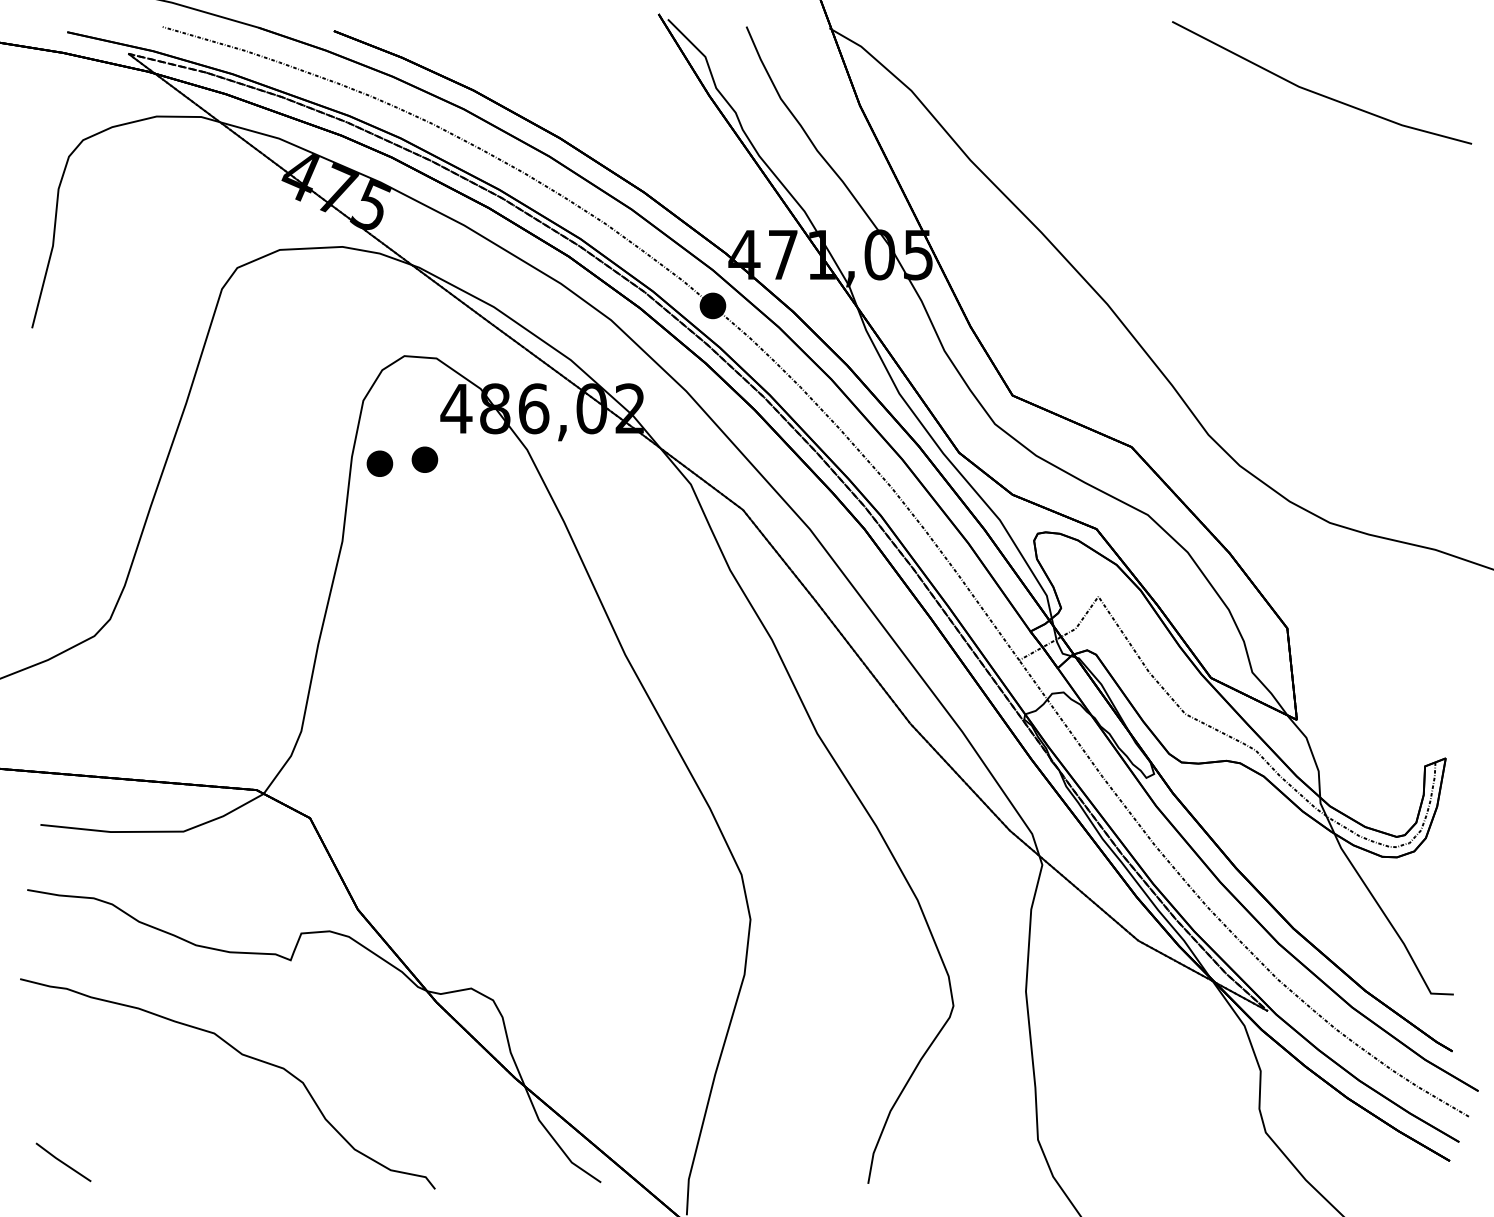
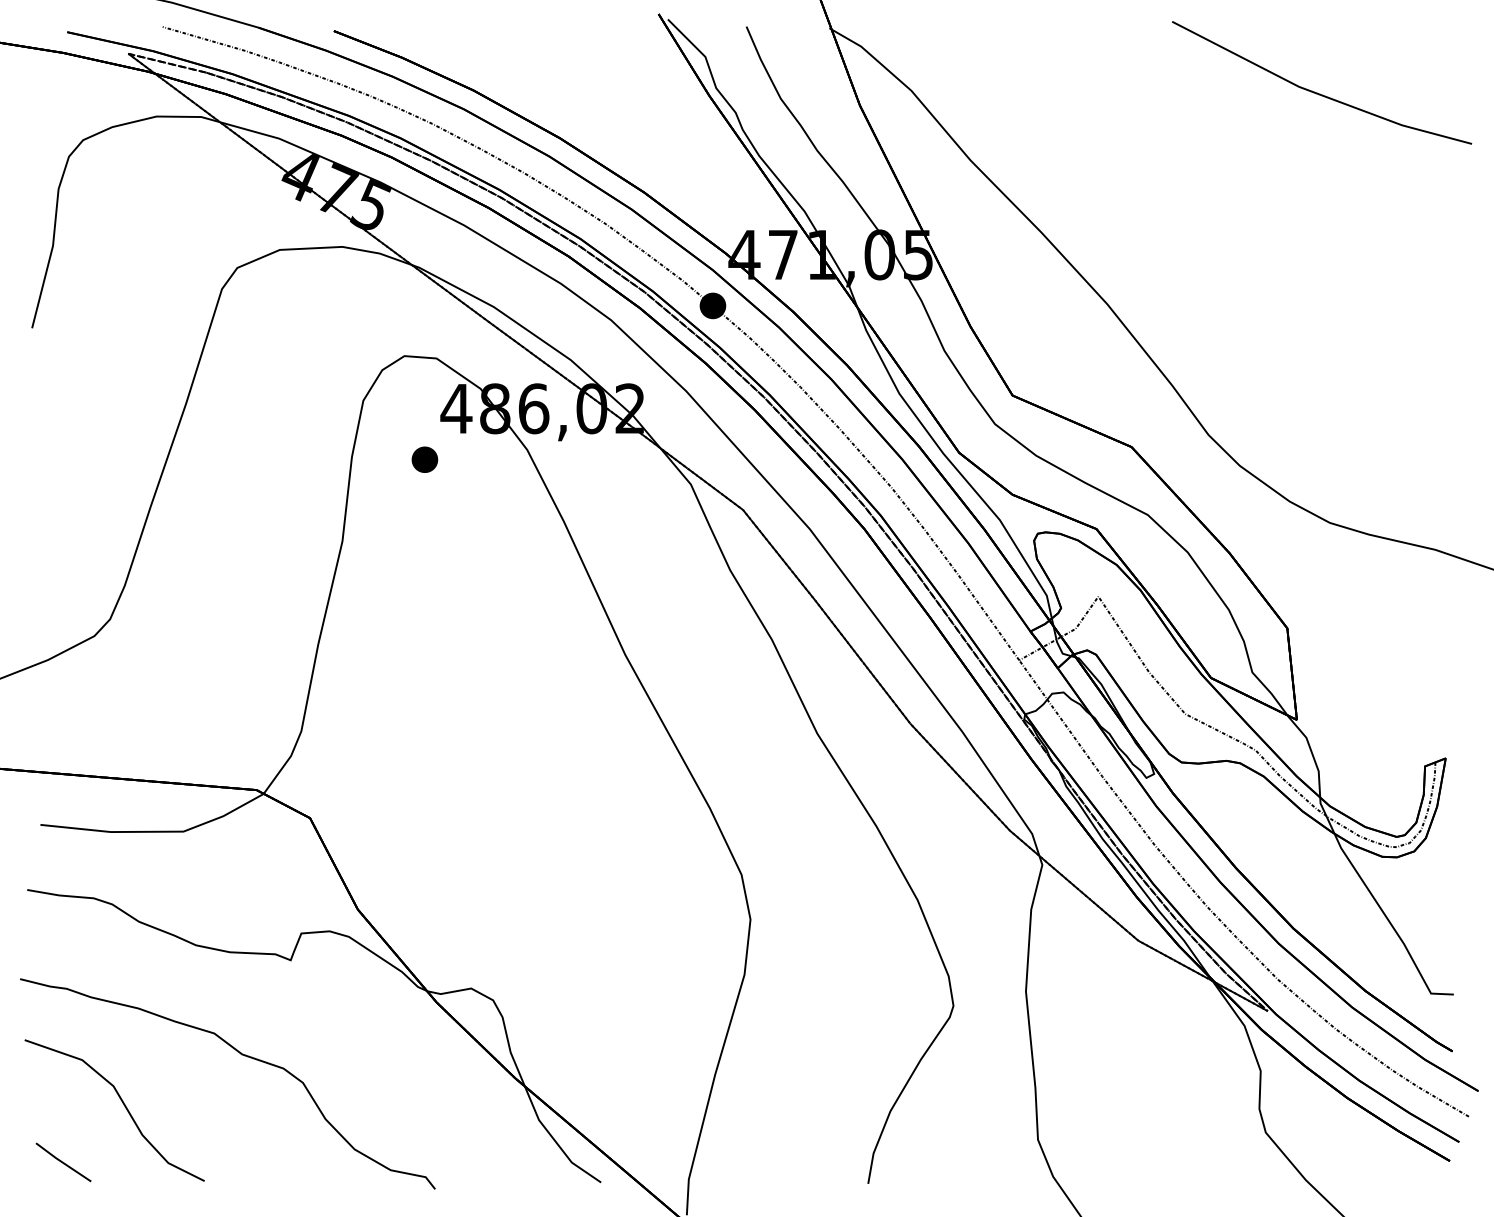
part at (379, 463): present -> none
curve at (123, 1105): none -> present
